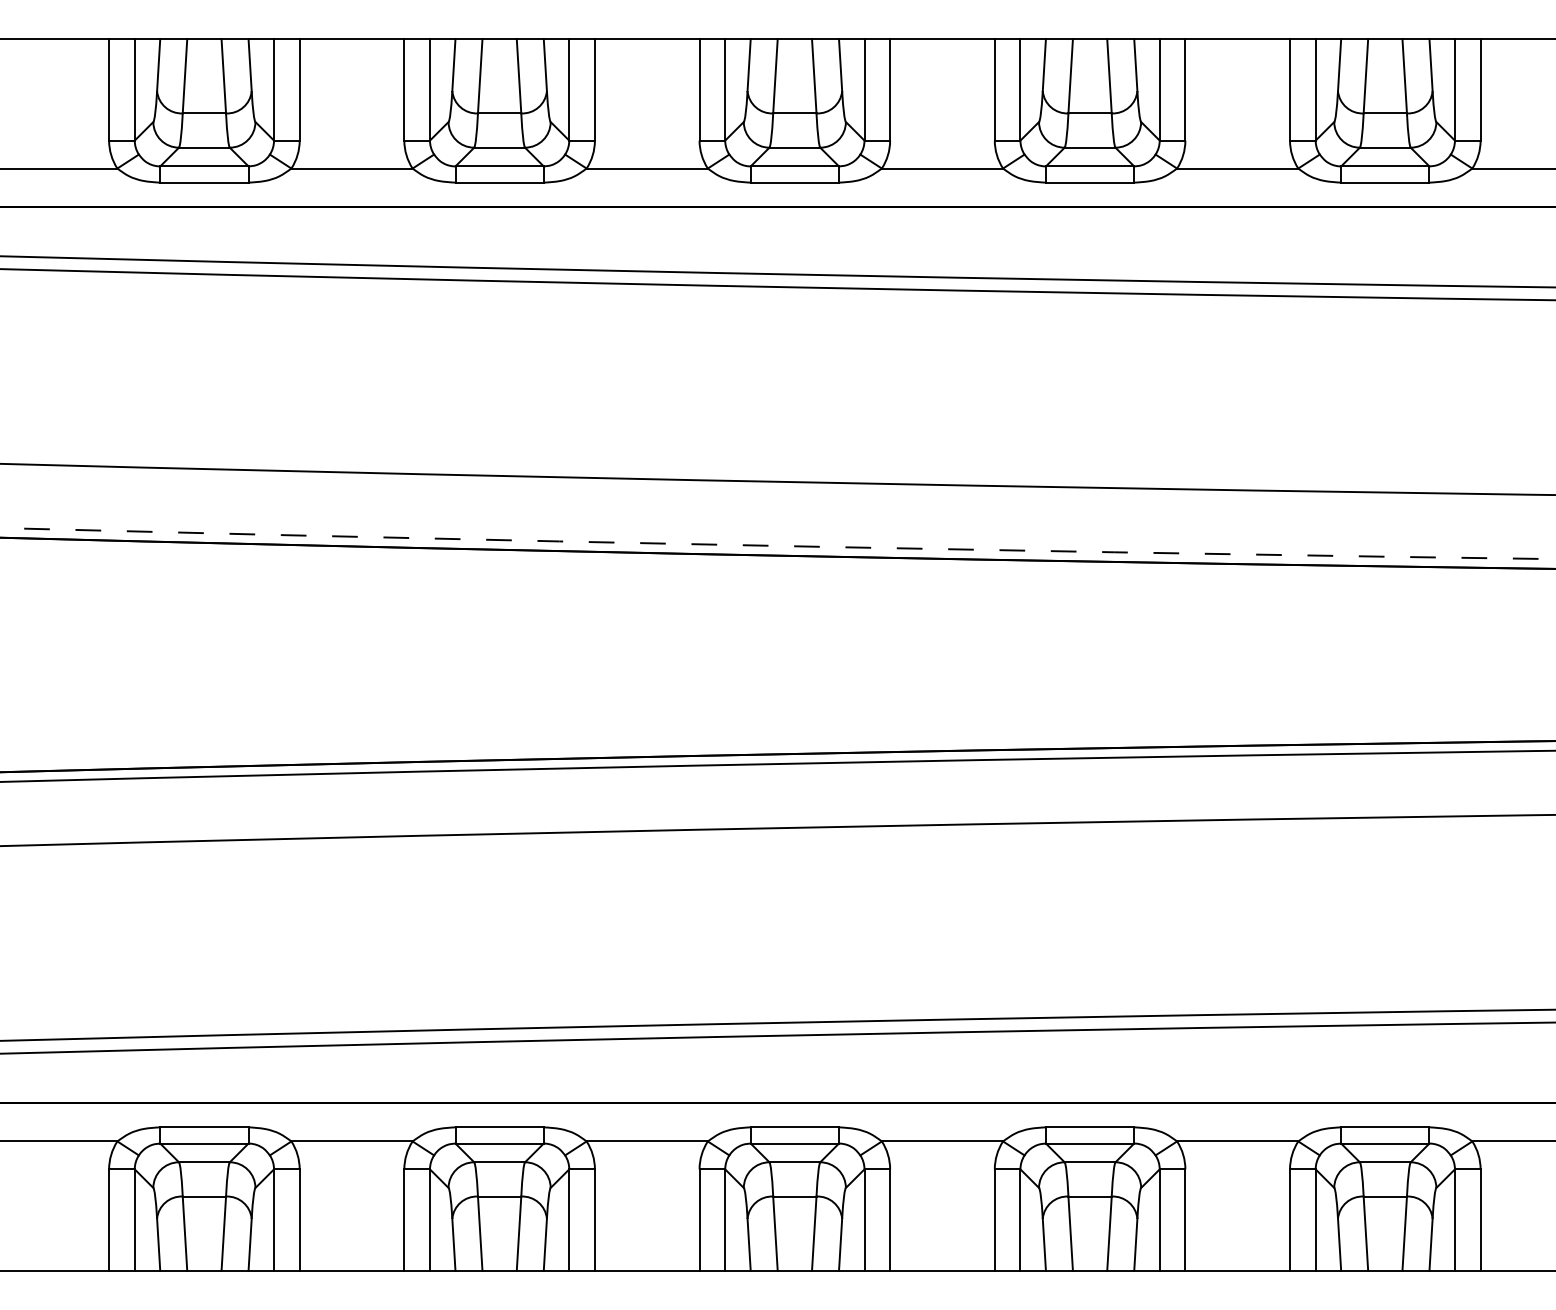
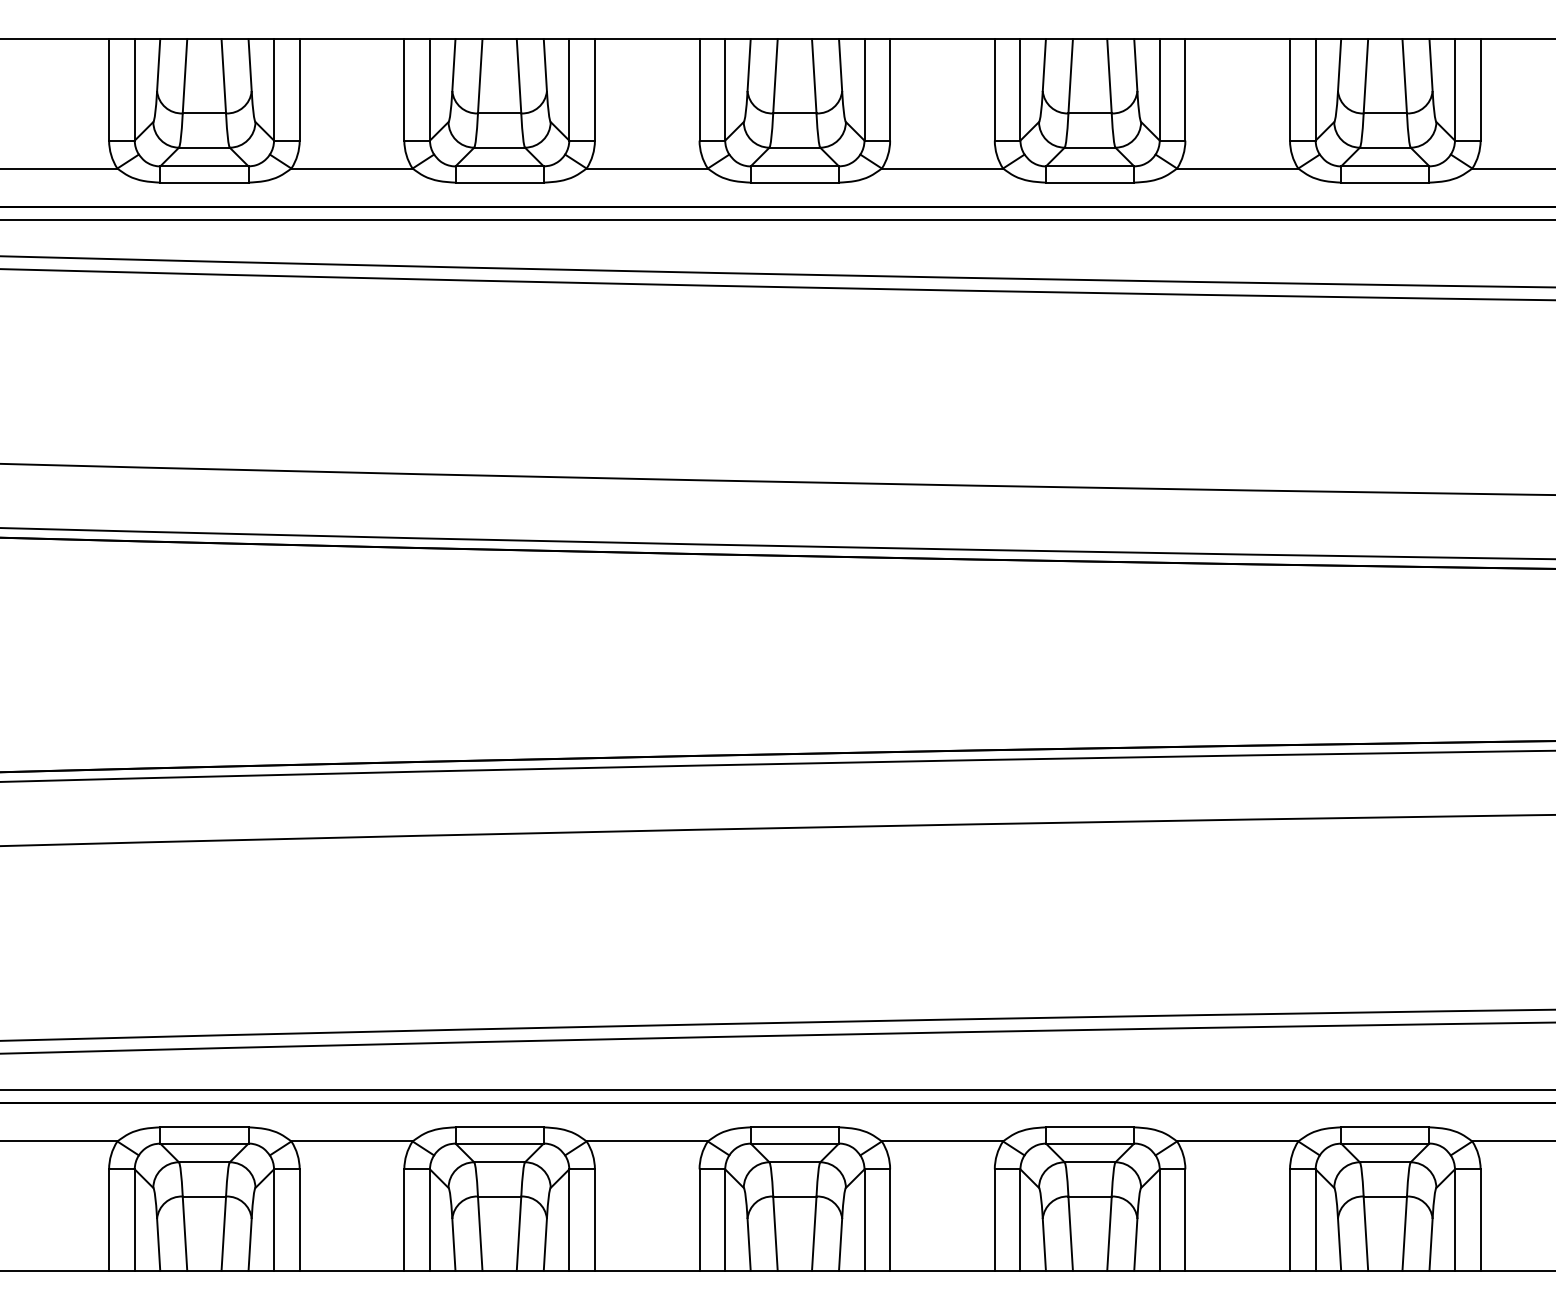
line at (777, 219): none -> present
arc at (777, 545): dashed -> solid
line at (777, 1090): none -> present
